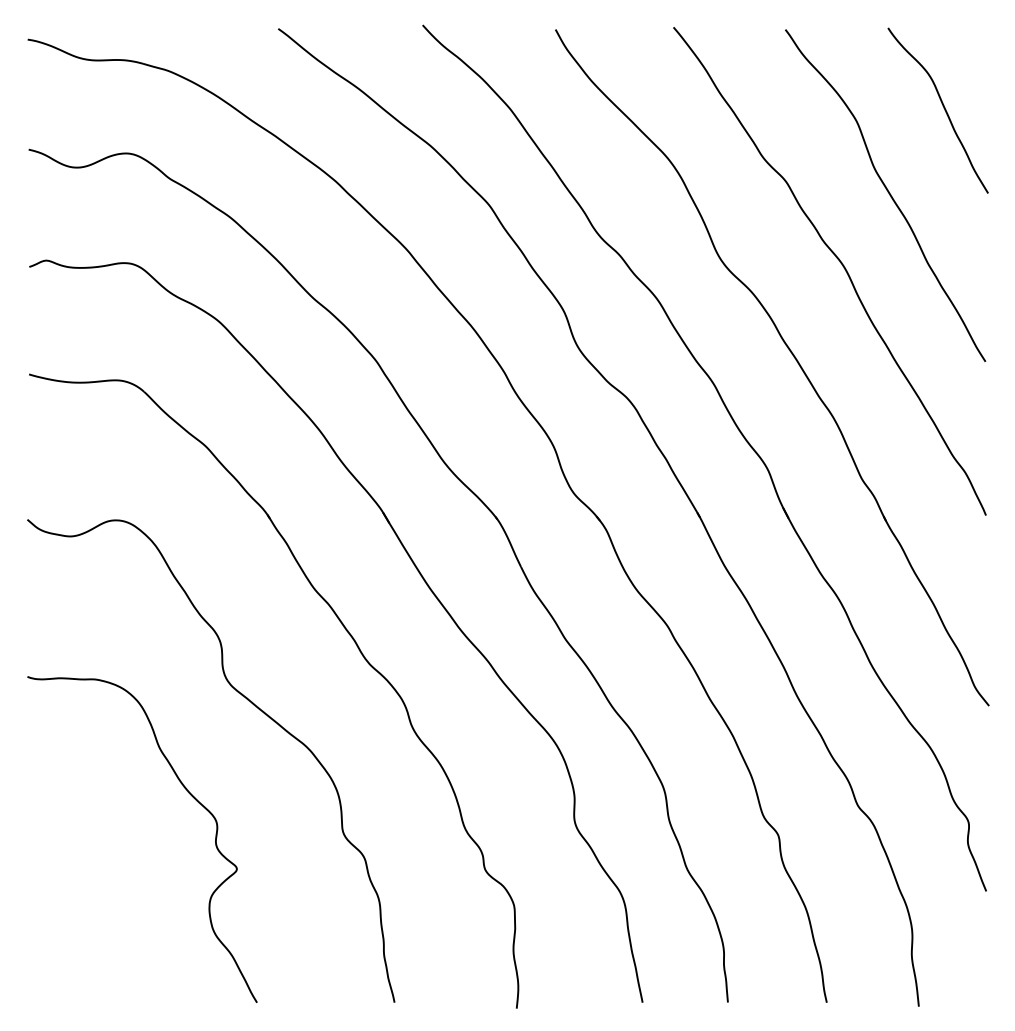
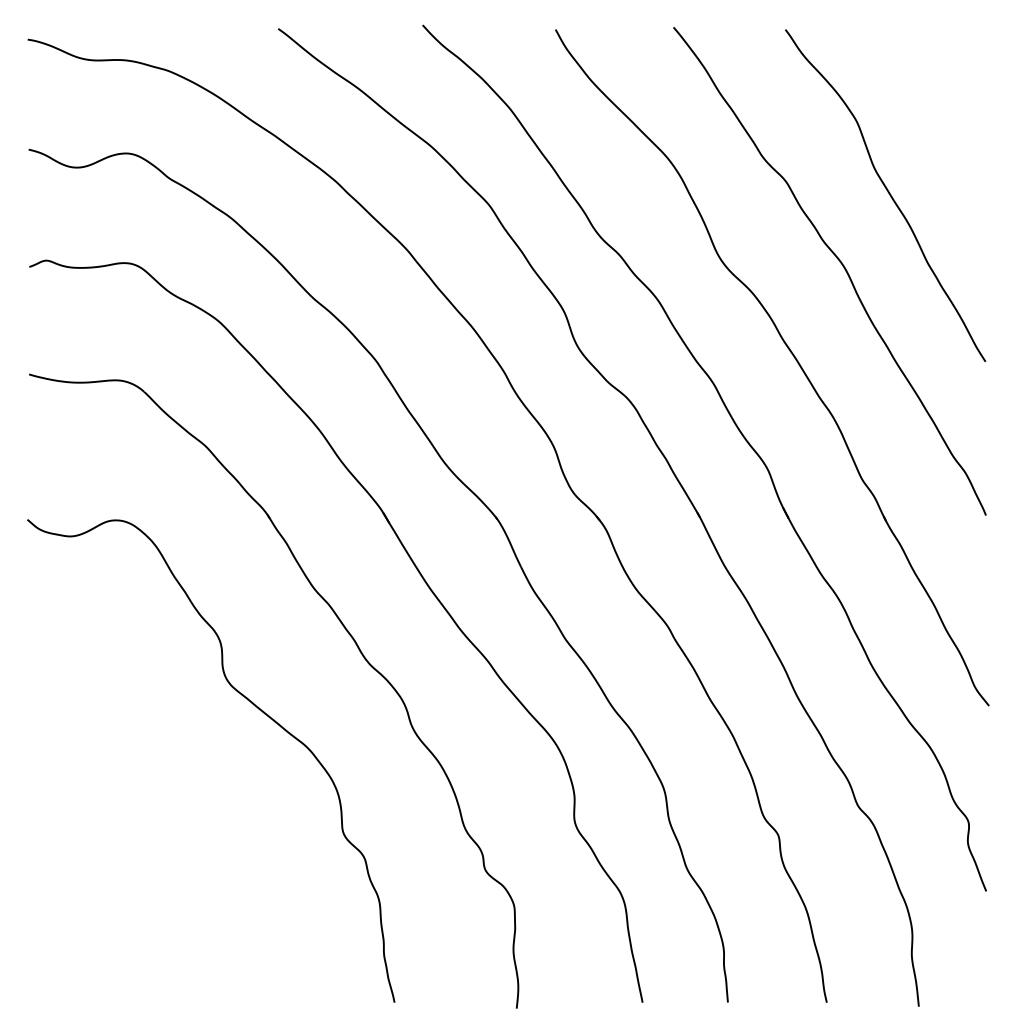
curve at (943, 108): present -> none
curve at (188, 793): present -> none
